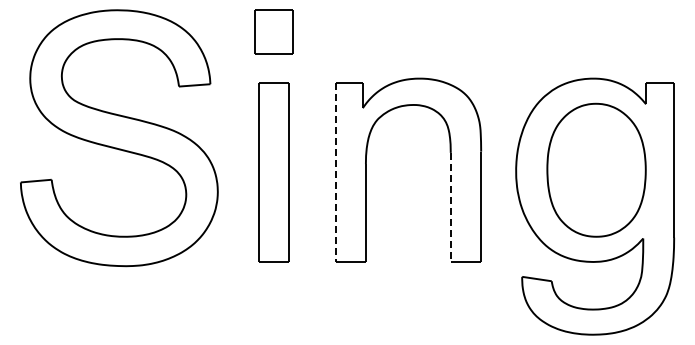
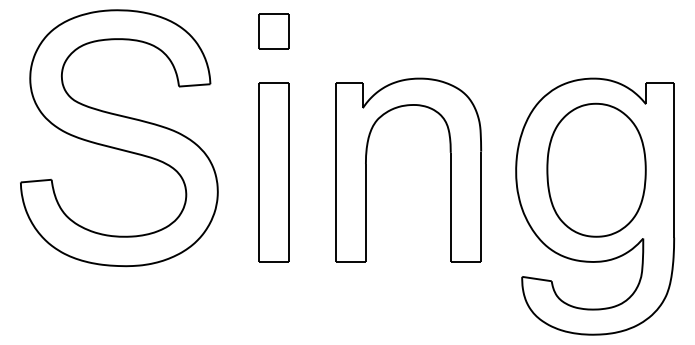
part at (273, 31) size: 40x46 px -> 32x37 px
line at (335, 172): dashed -> solid
line at (450, 207): dashed -> solid
